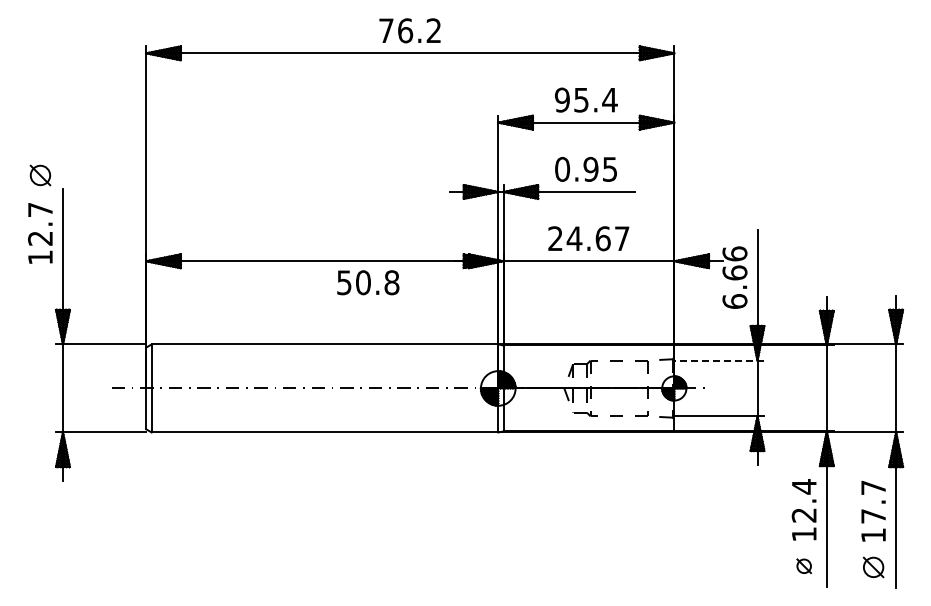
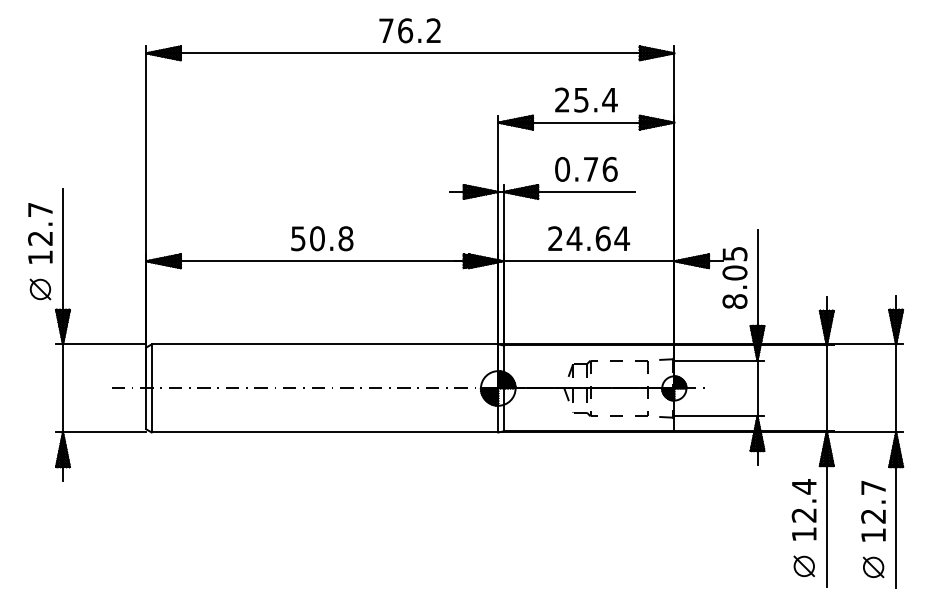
text at (562, 99): 95.4 -> 25.4
text at (600, 168): 0.95 -> 0.76
part at (40, 175) position: (40, 175) -> (40, 289)
text at (622, 238): 24.67 -> 24.64
text at (734, 277): 6.66 -> 8.05
text at (368, 282) position: (368, 282) -> (322, 238)
line at (718, 360): dashed -> solid
text at (873, 516): 17.7 -> 12.7
part at (803, 565) size: 16x16 px -> 22x22 px
